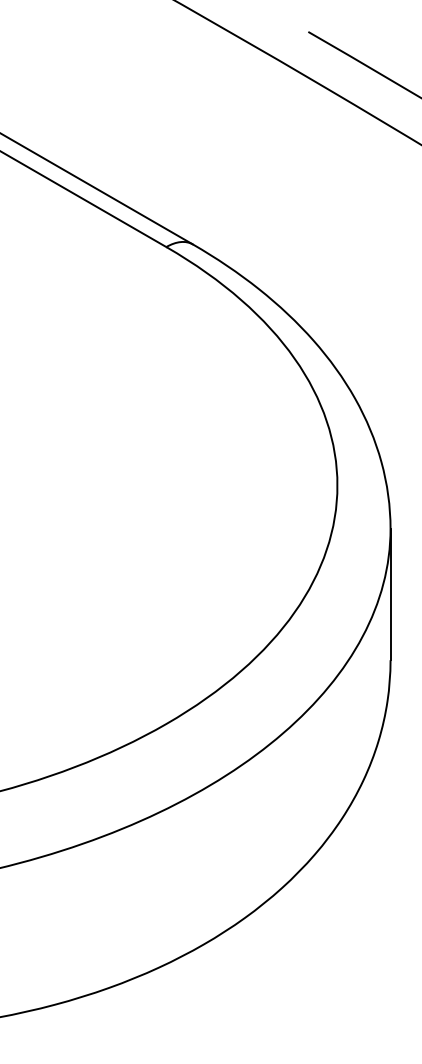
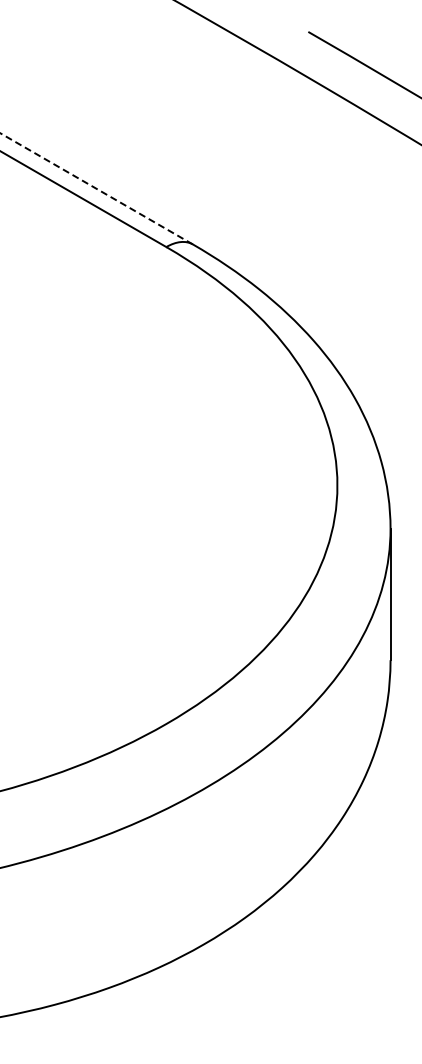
line at (96, 188): solid -> dashed
